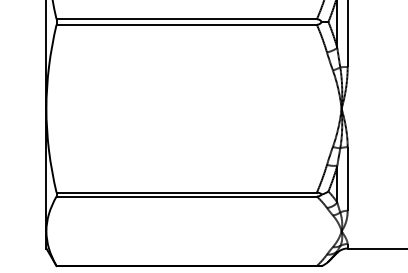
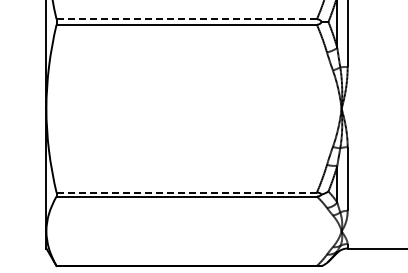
line at (186, 19): solid -> dashed
line at (186, 192): solid -> dashed
